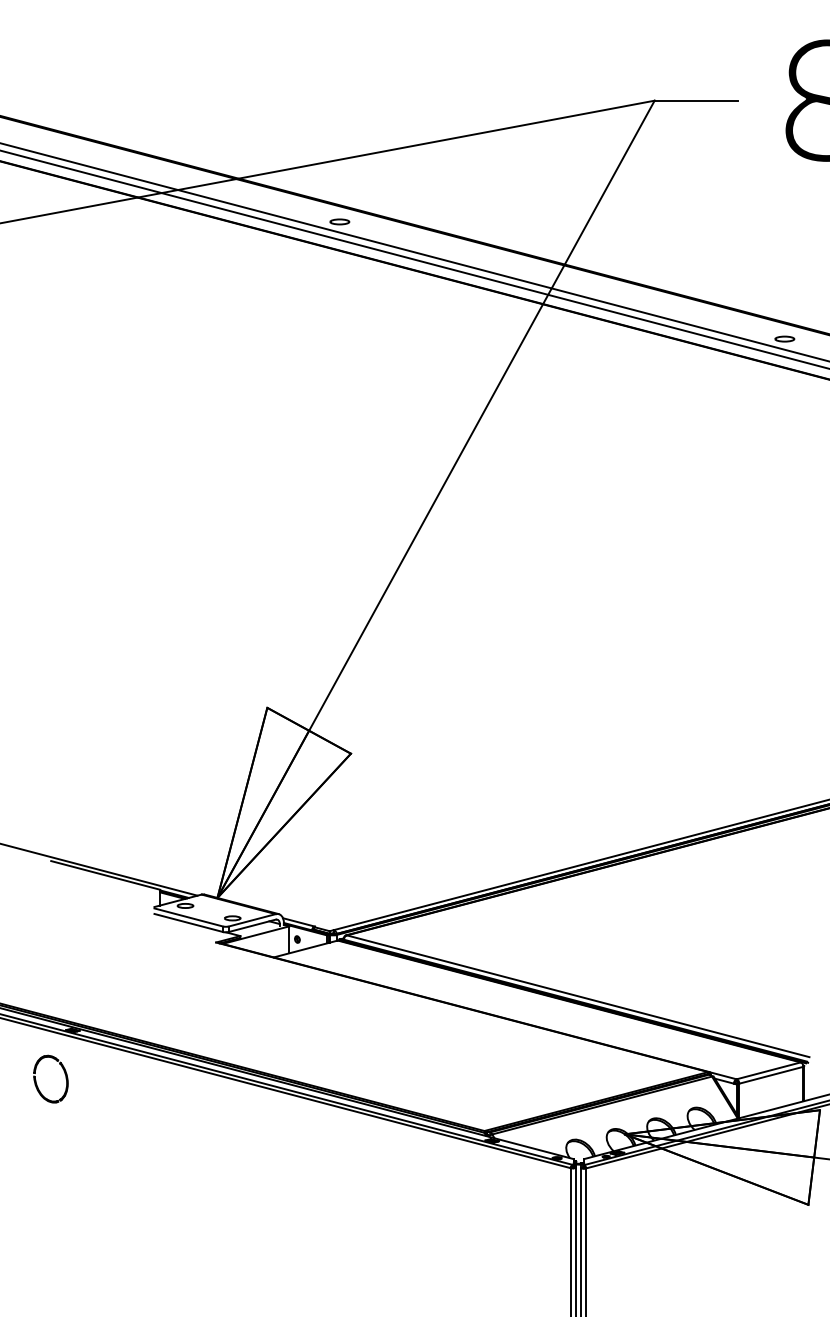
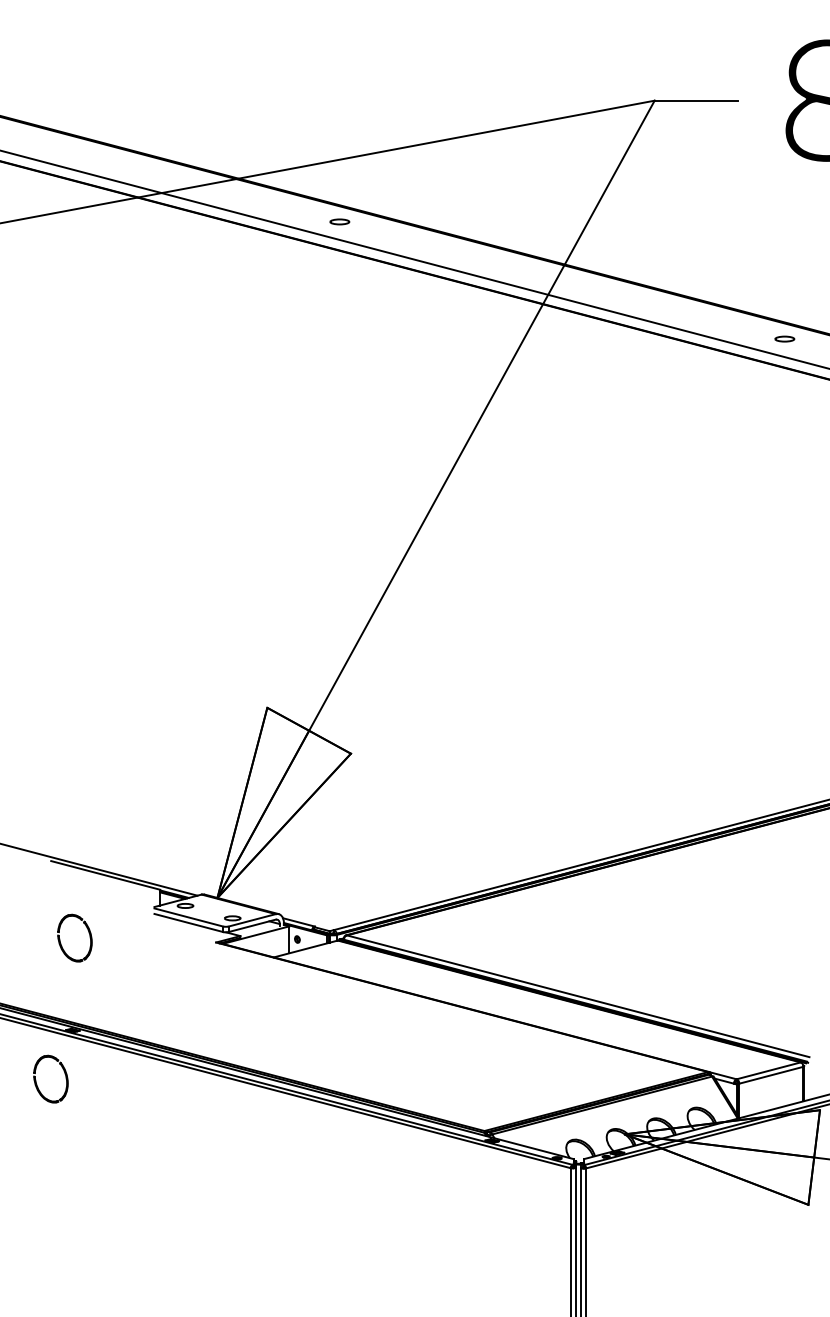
line at (414, 251): present -> none
part at (74, 937): none -> present
